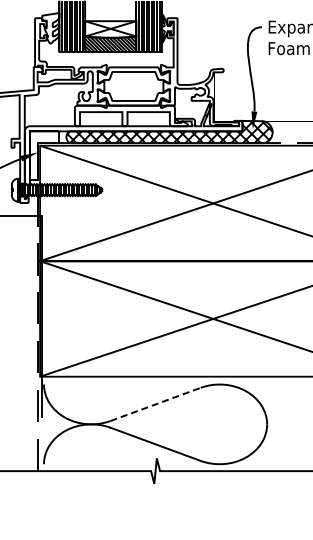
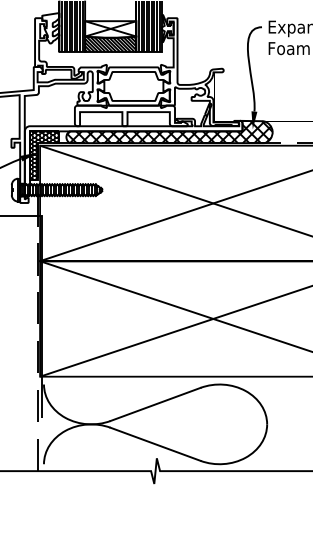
hatch at (44, 155): none -> present
line at (156, 404): dashed -> solid
